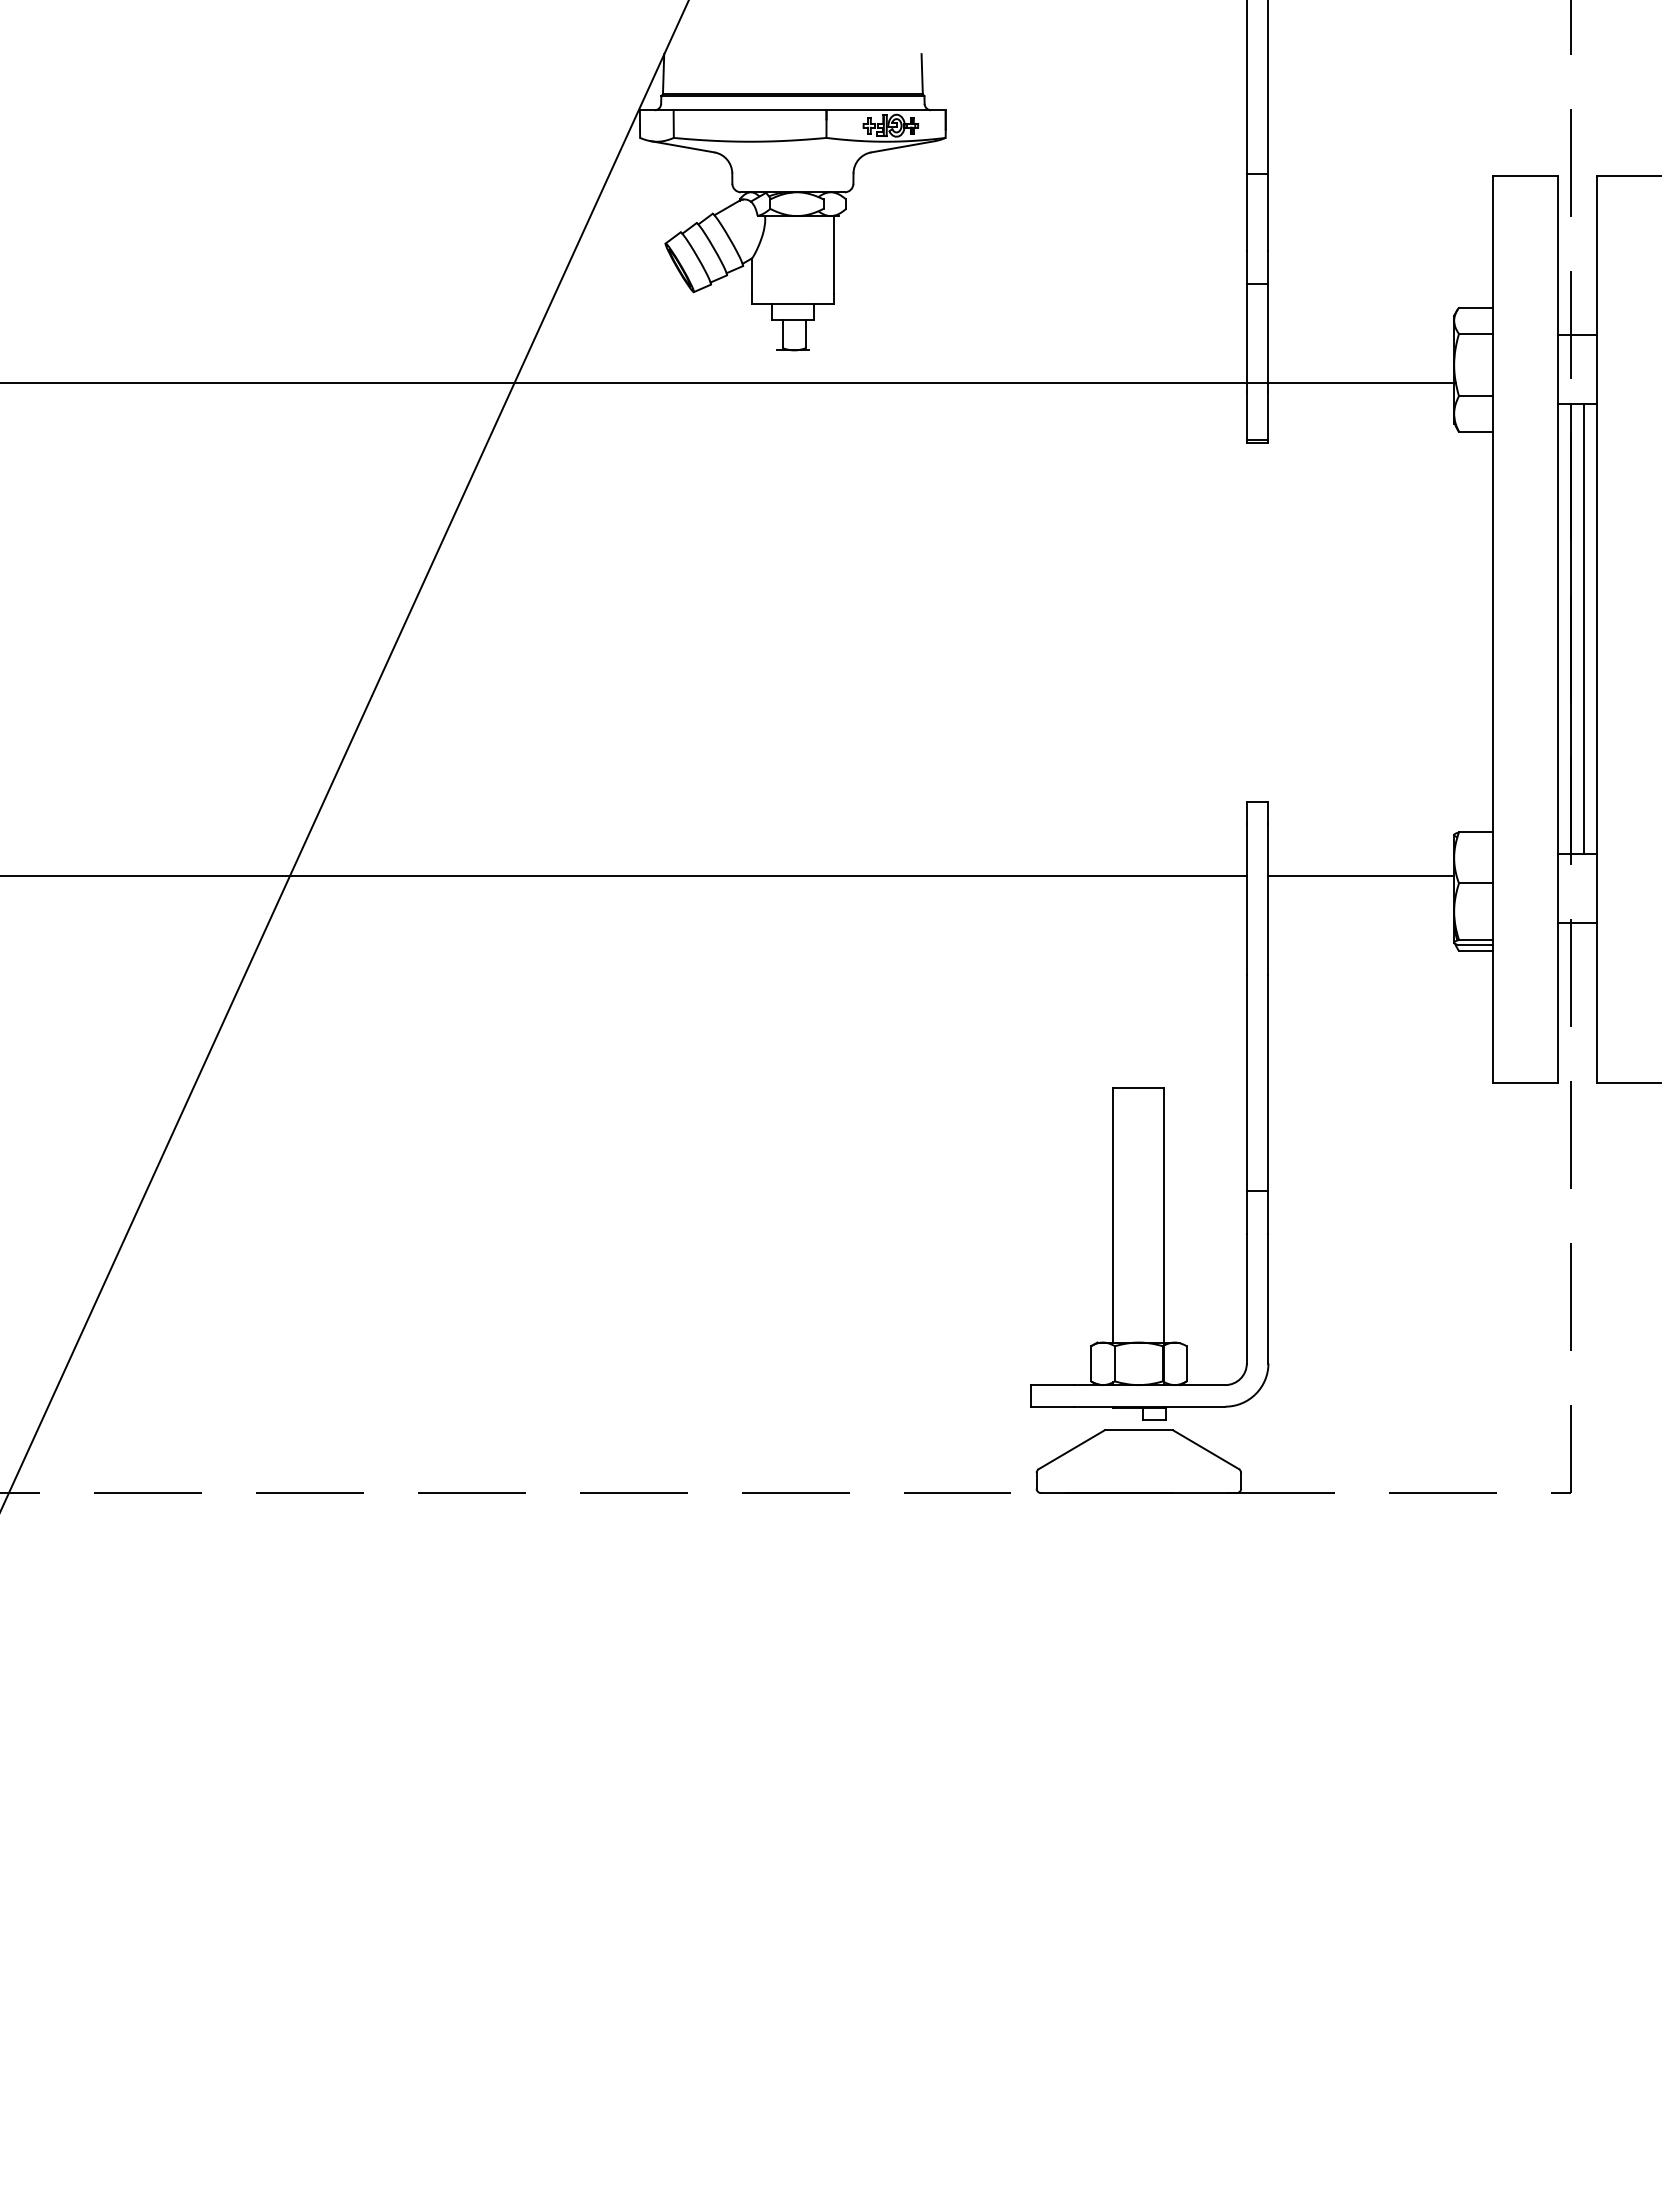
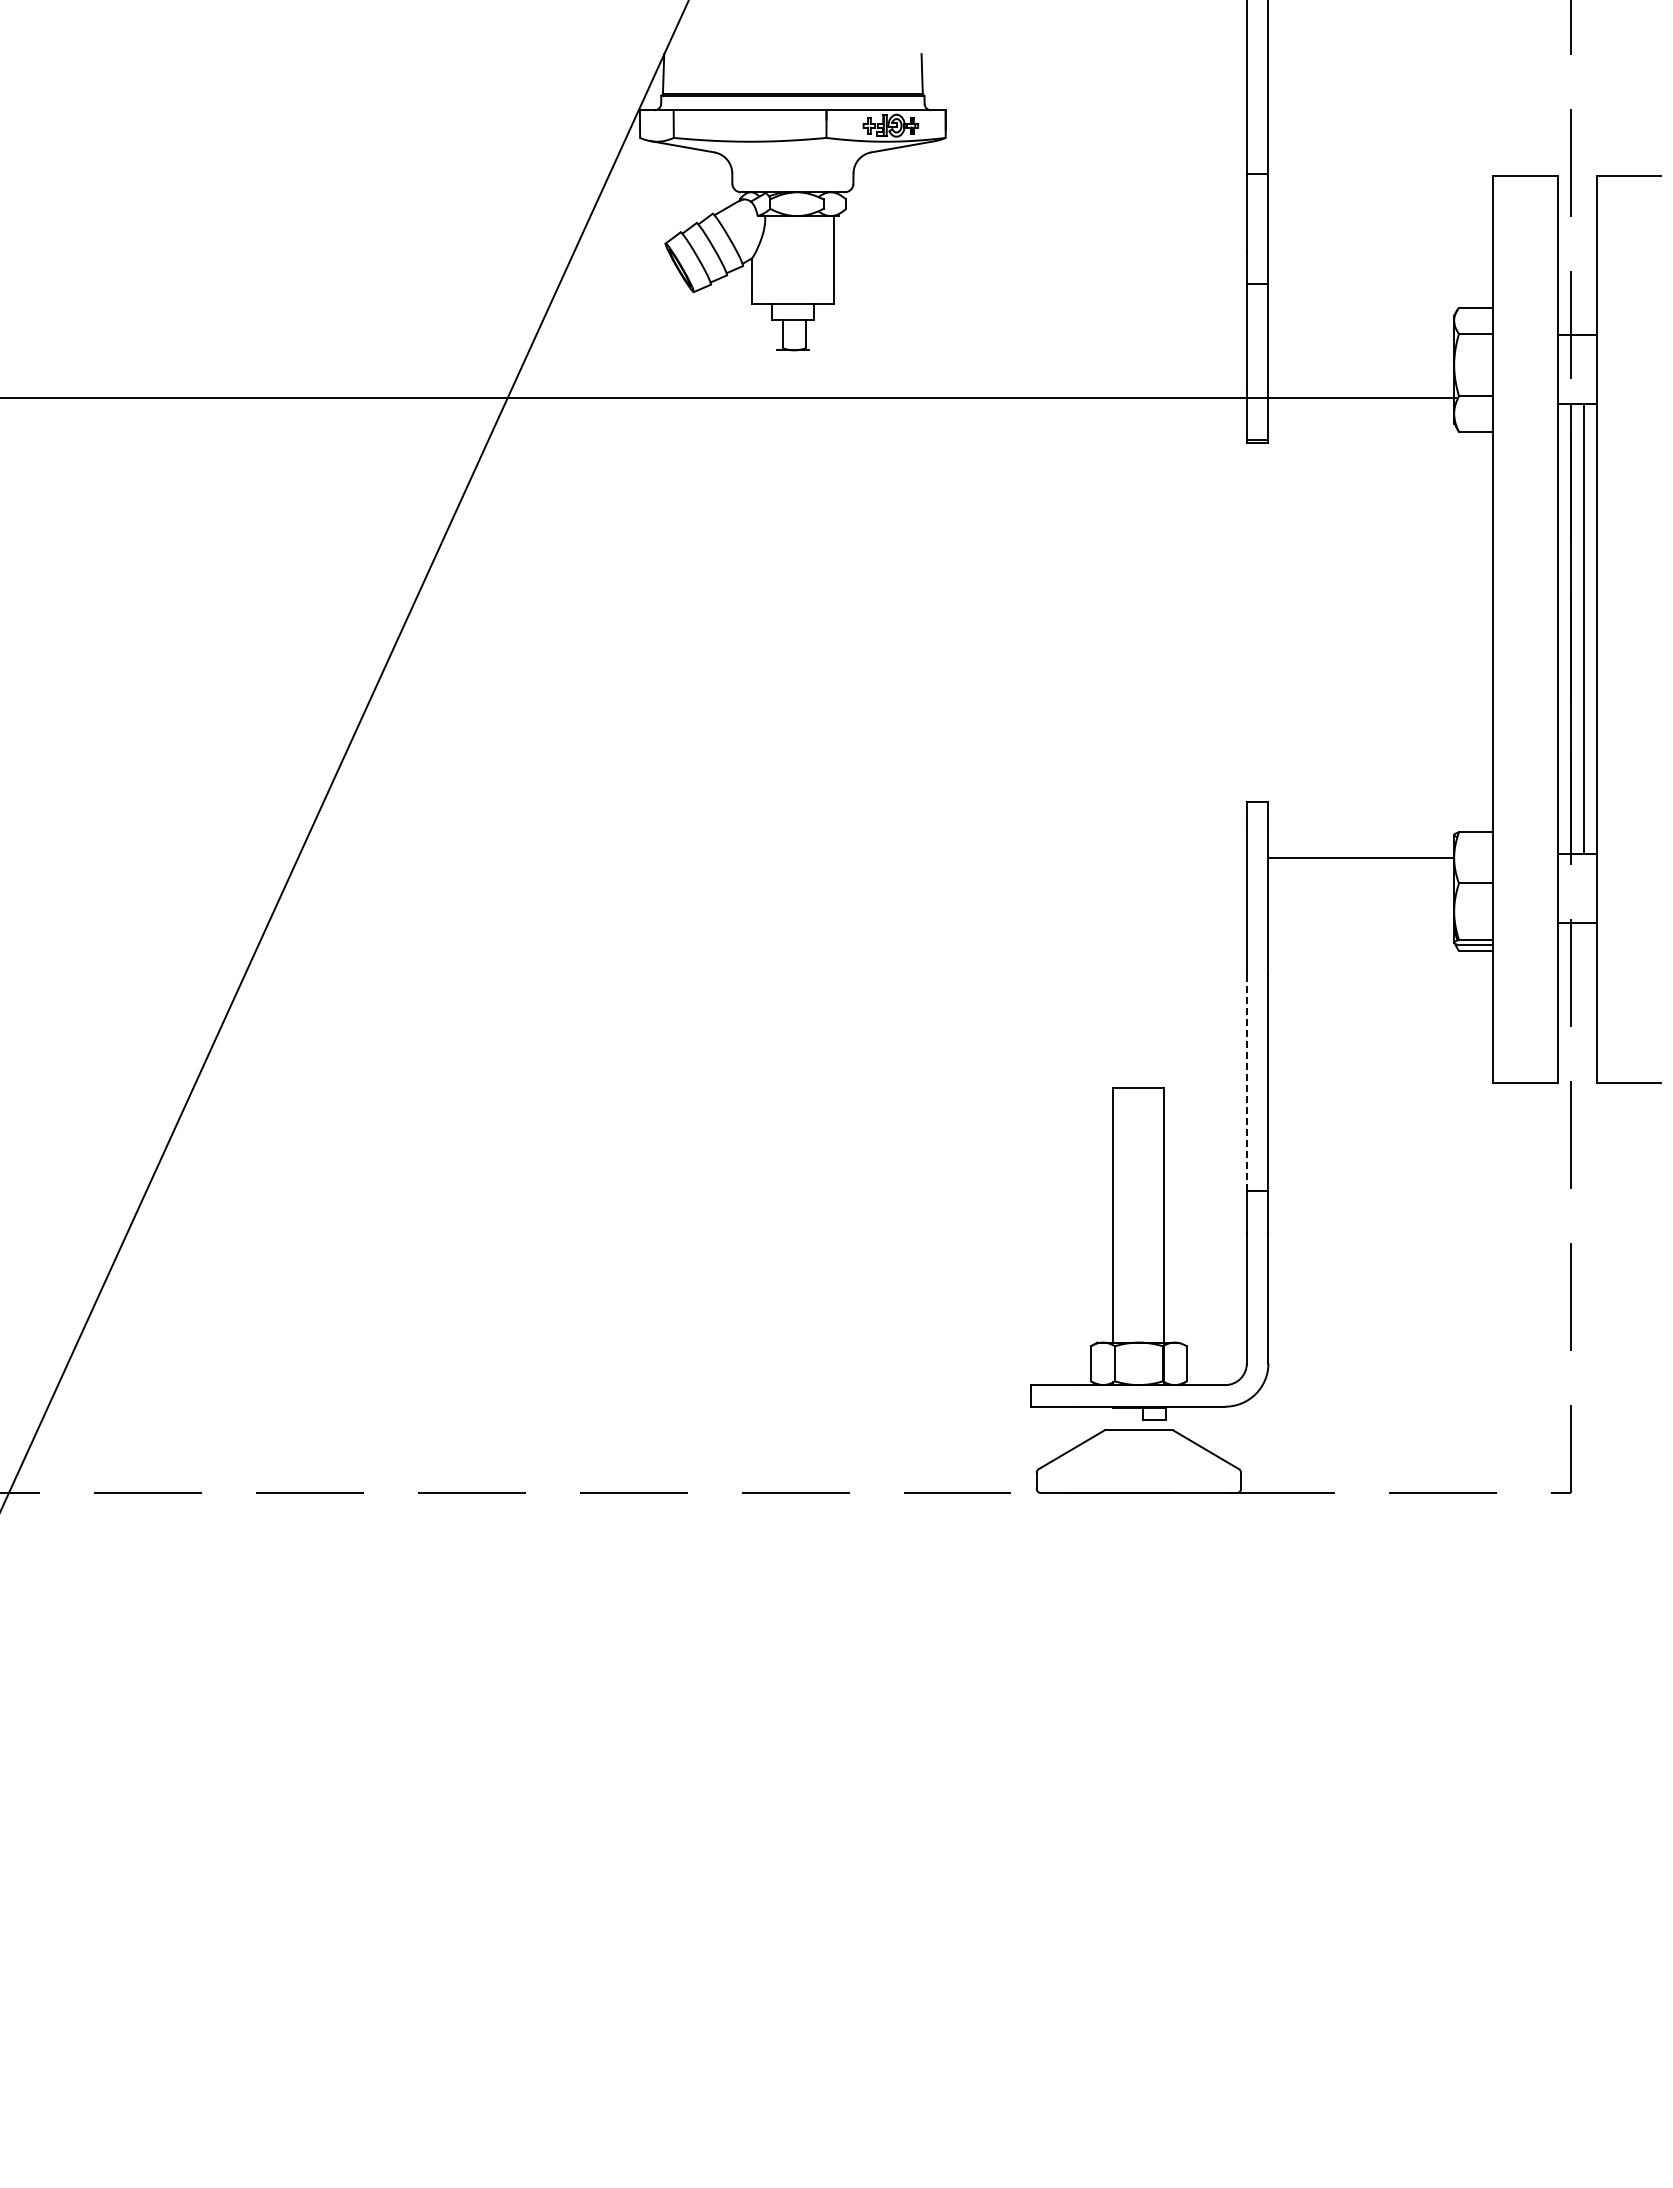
line at (728, 382) position: (728, 382) -> (728, 397)
line at (624, 876): present -> none
line at (1361, 876) position: (1361, 876) -> (1361, 858)
line at (1246, 1082): solid -> dashed
